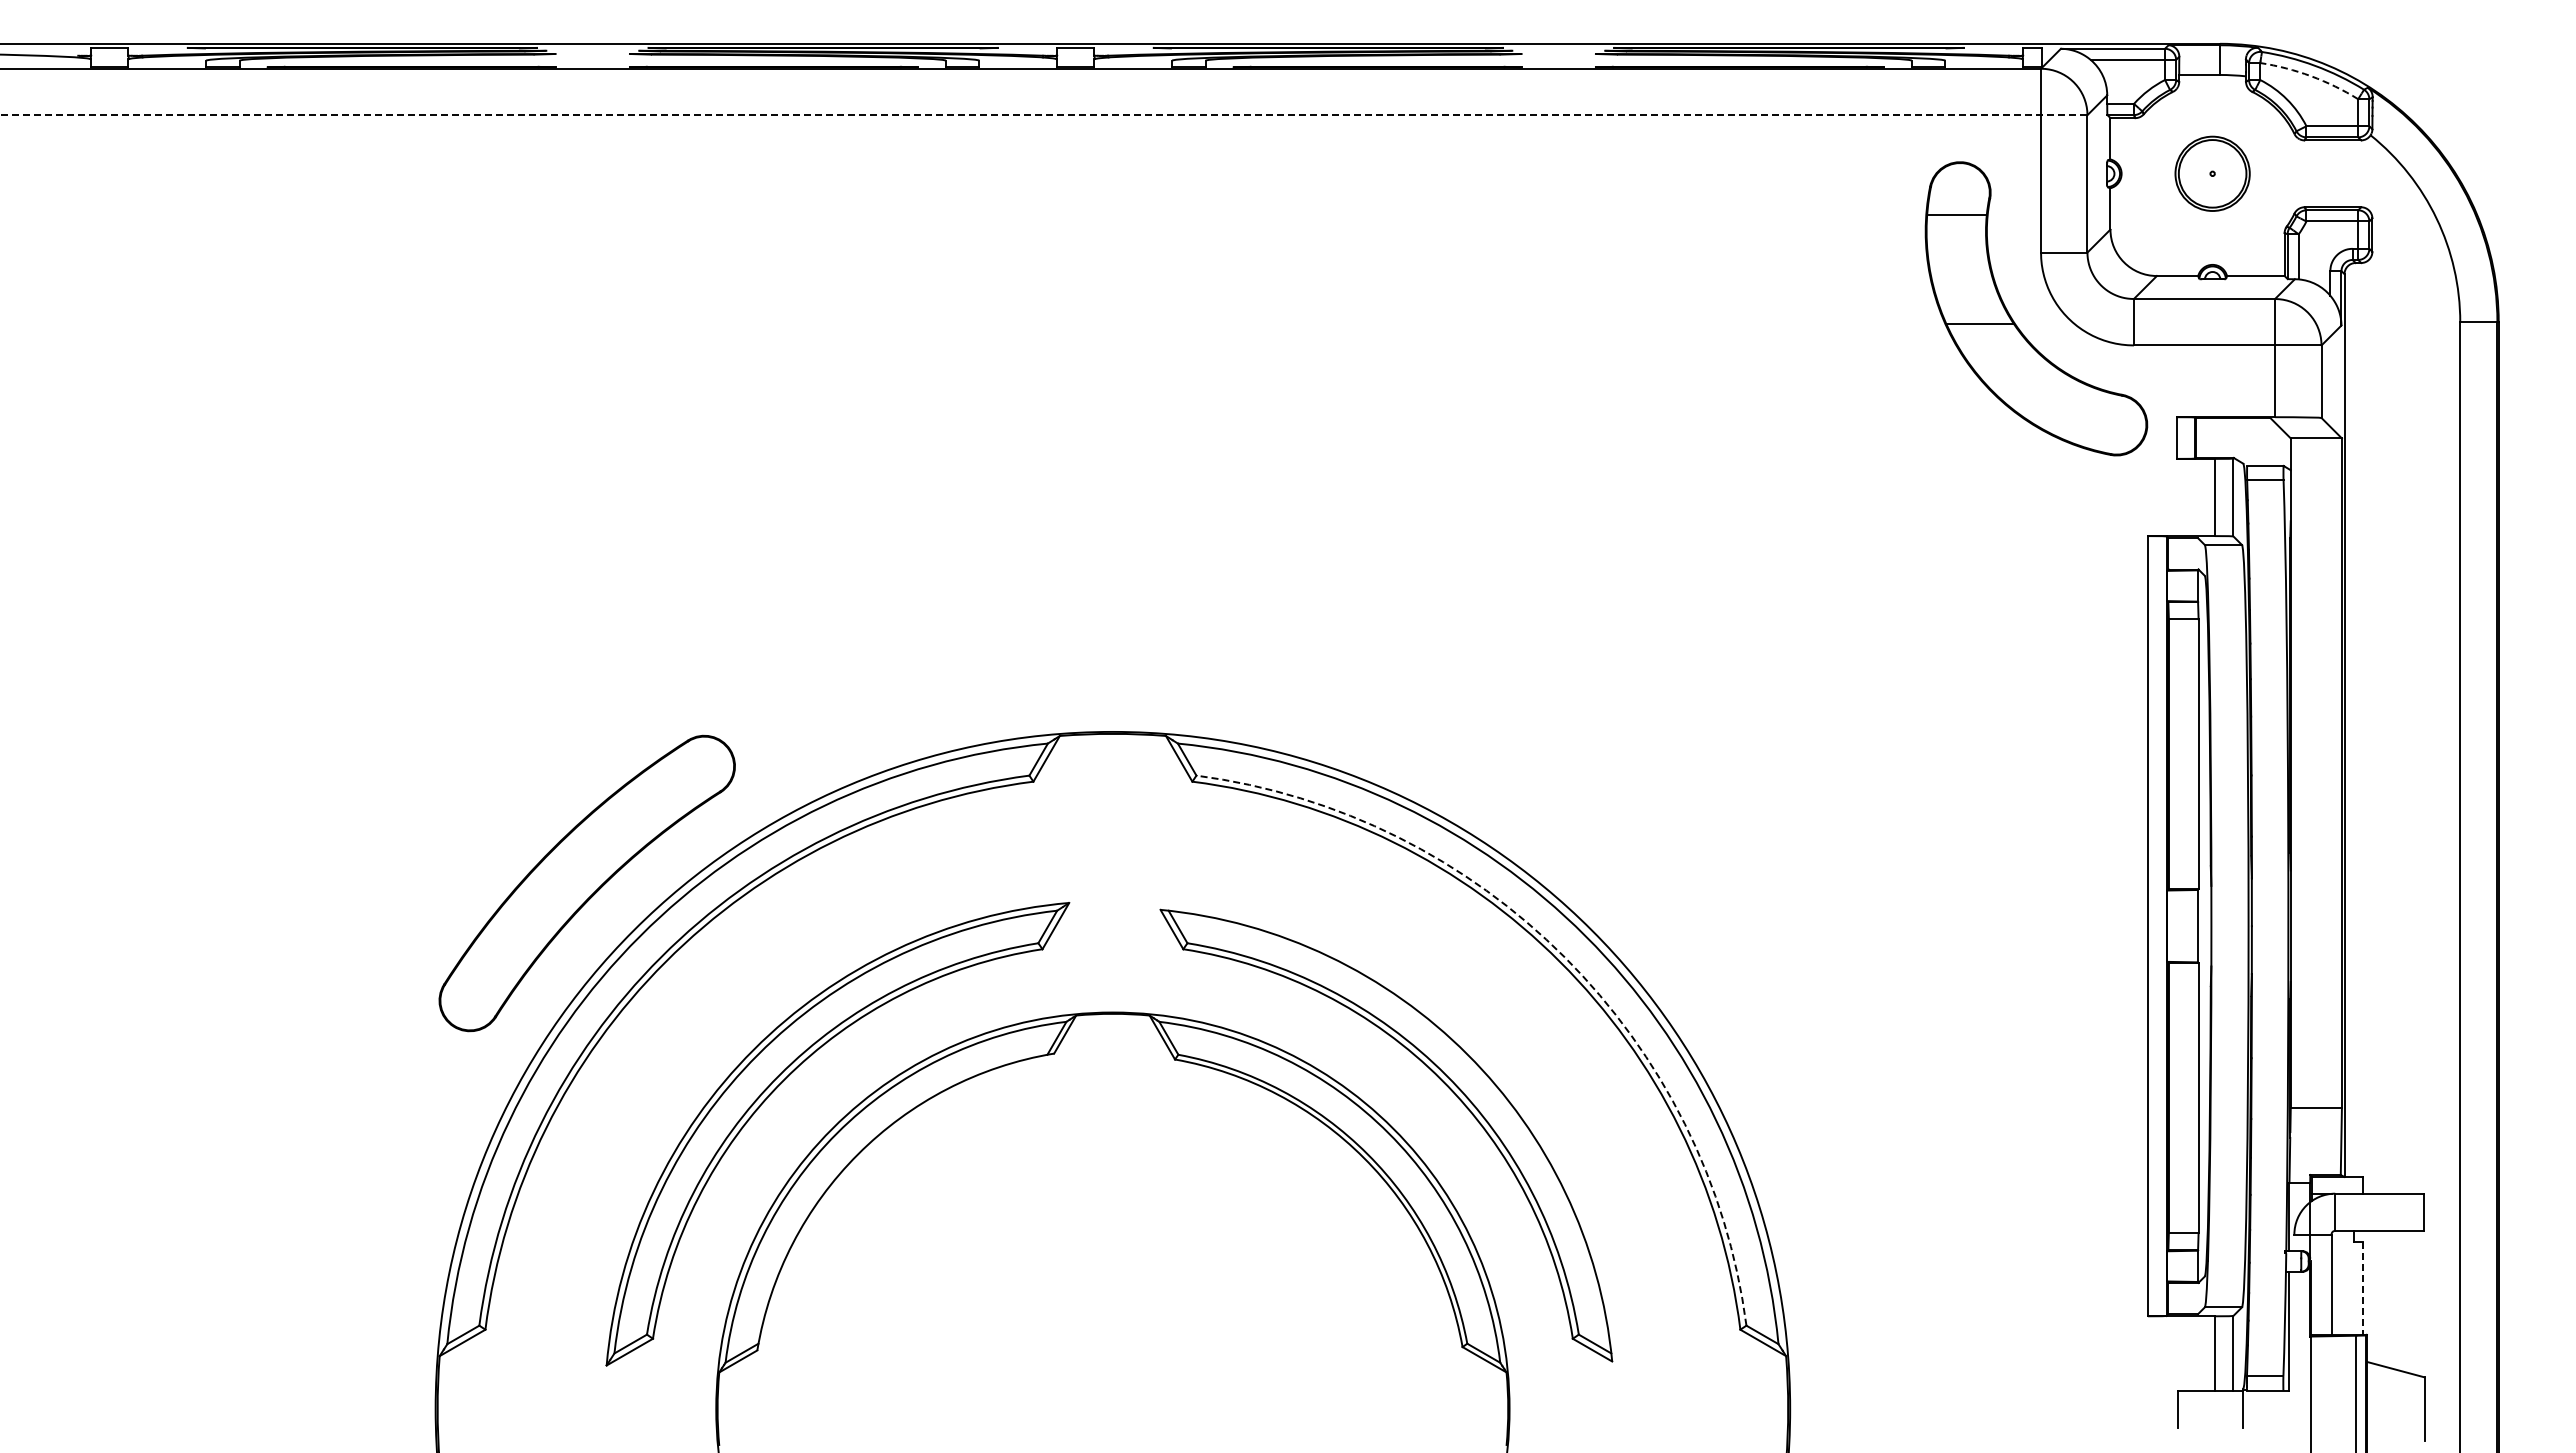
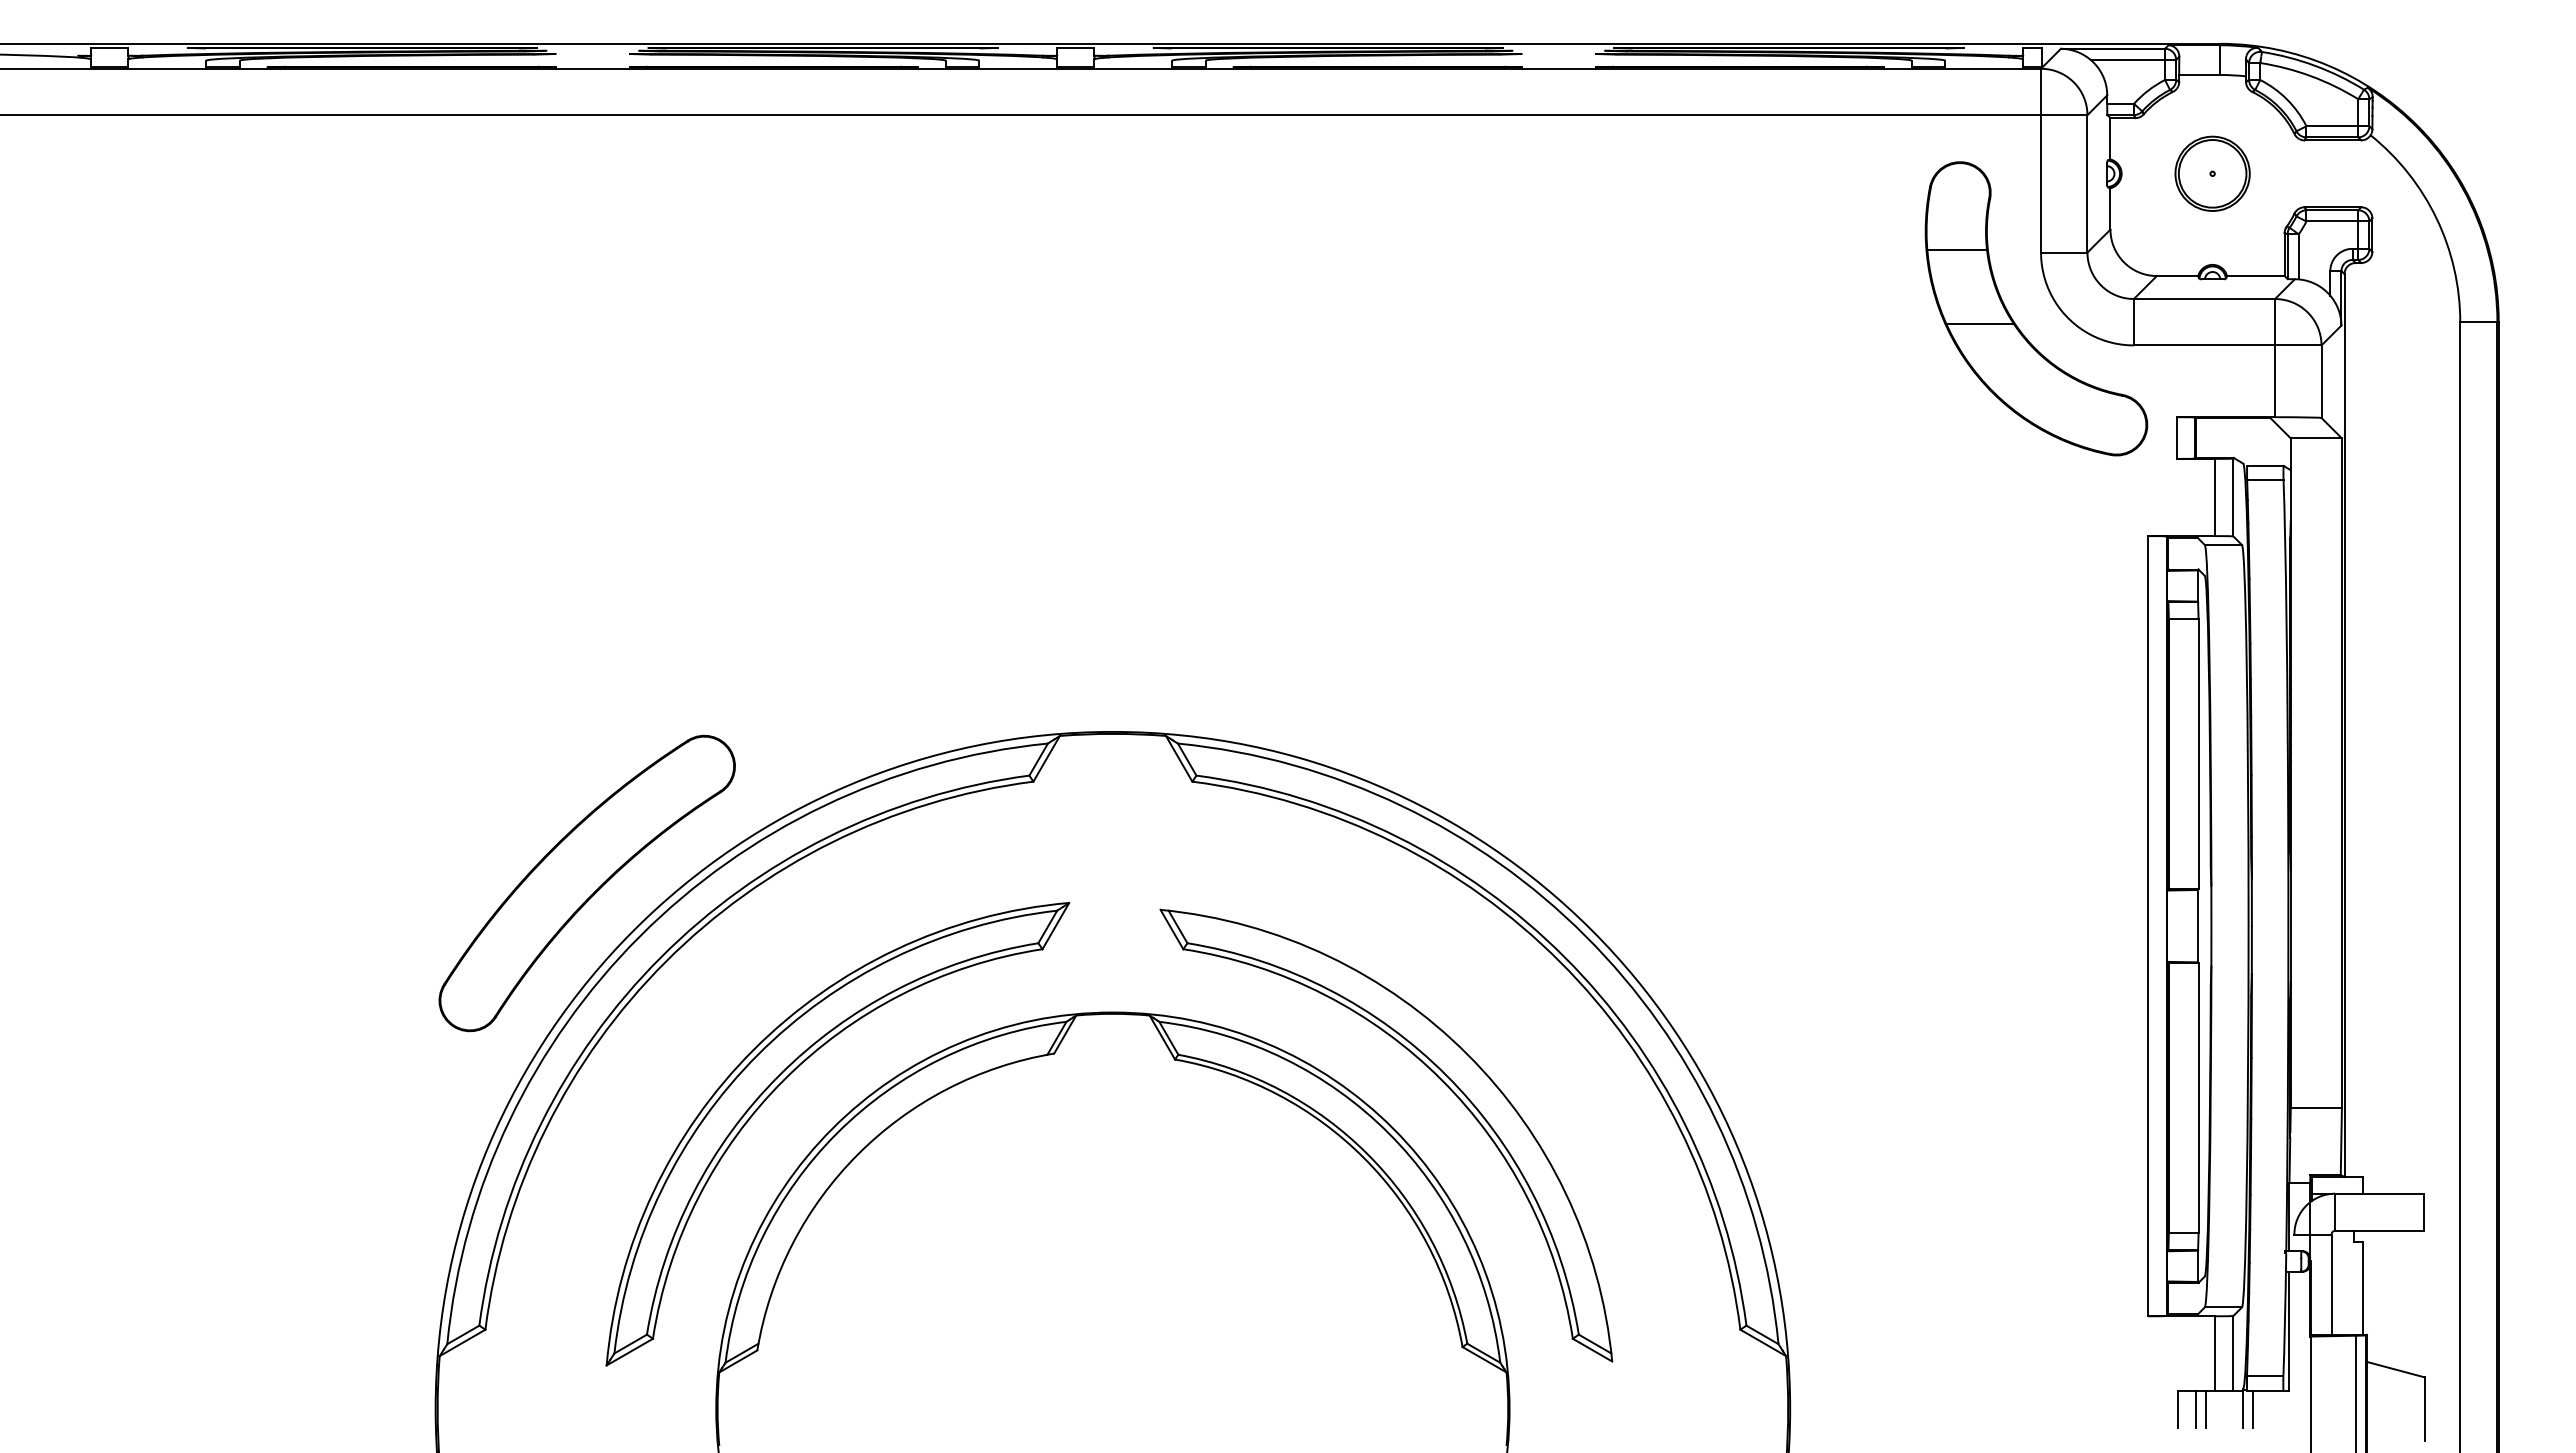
arc at (2311, 76): dashed -> solid
line at (1043, 115): dashed -> solid
line at (1957, 215) position: (1957, 215) -> (1957, 250)
arc at (1564, 957): dashed -> solid
line at (2362, 1288): dashed -> solid
line at (2196, 1408): none -> present
line at (2206, 1408): none -> present
line at (2252, 1408): none -> present
